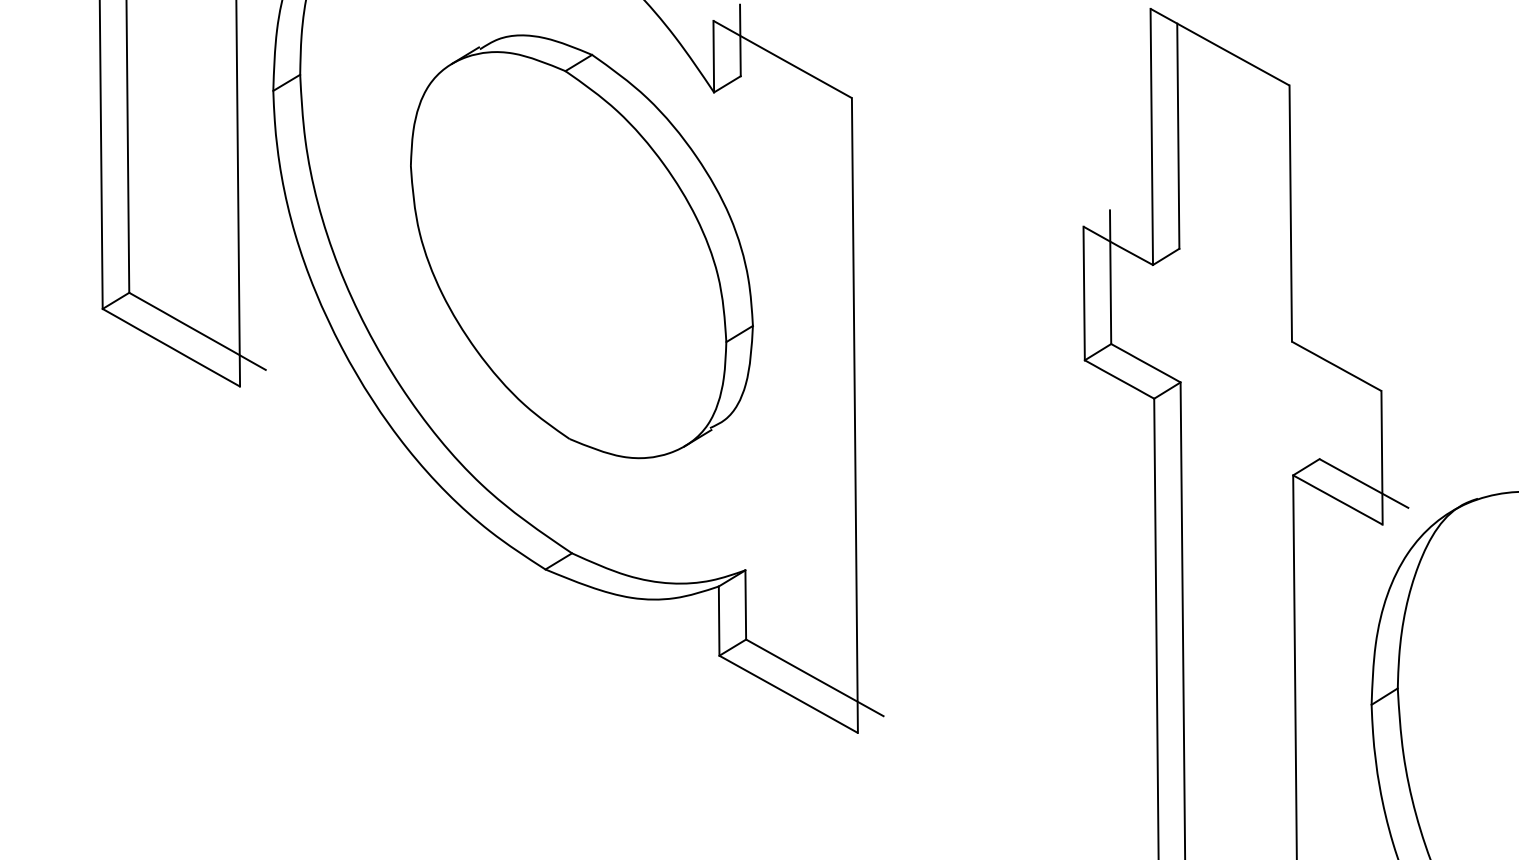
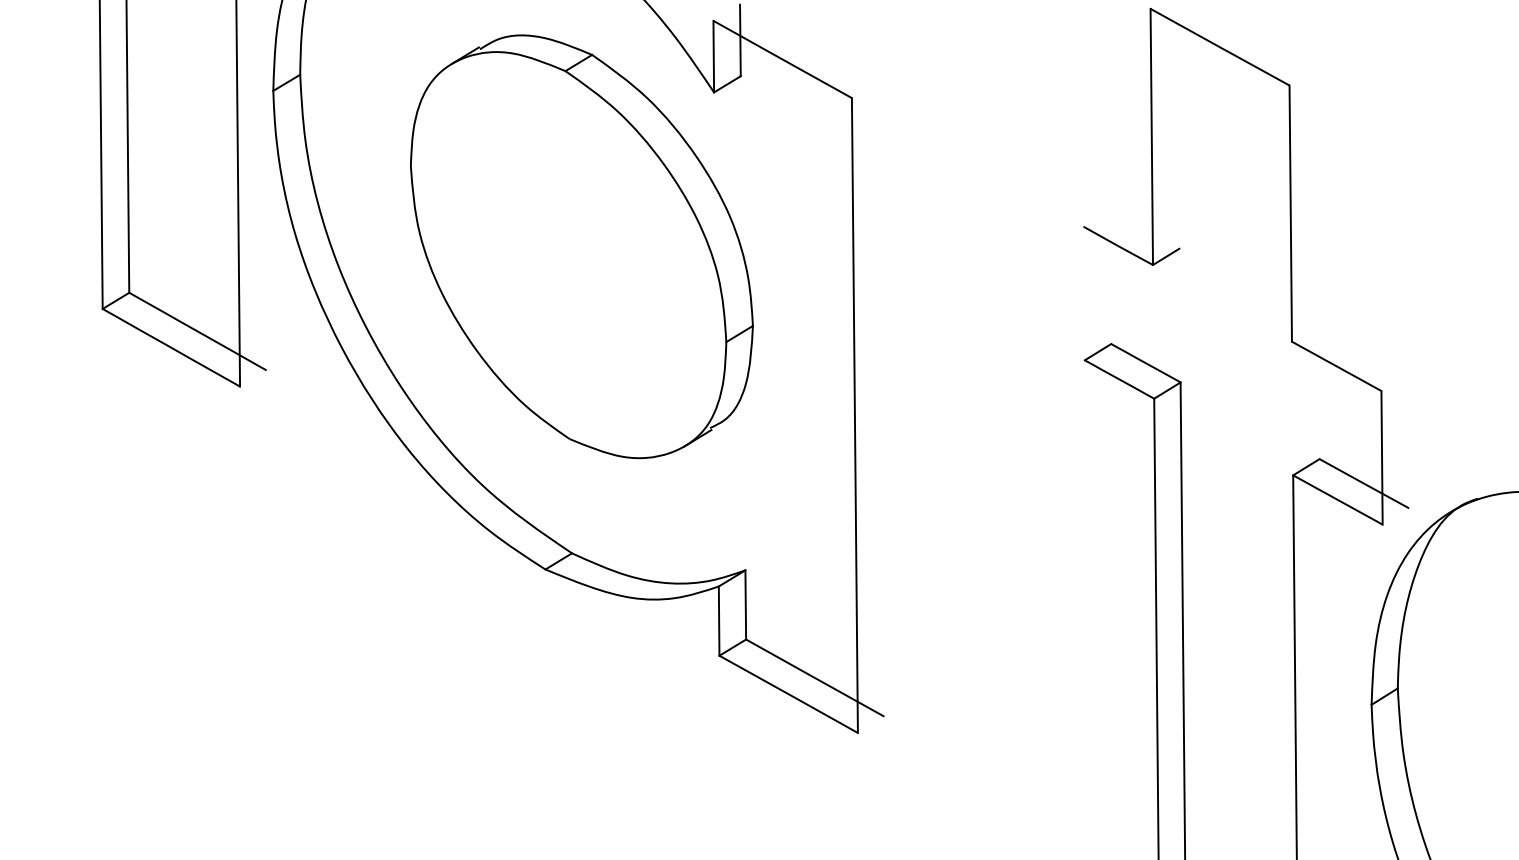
line at (1178, 135): present -> none
line at (1110, 277): present -> none
line at (1083, 293): present -> none
